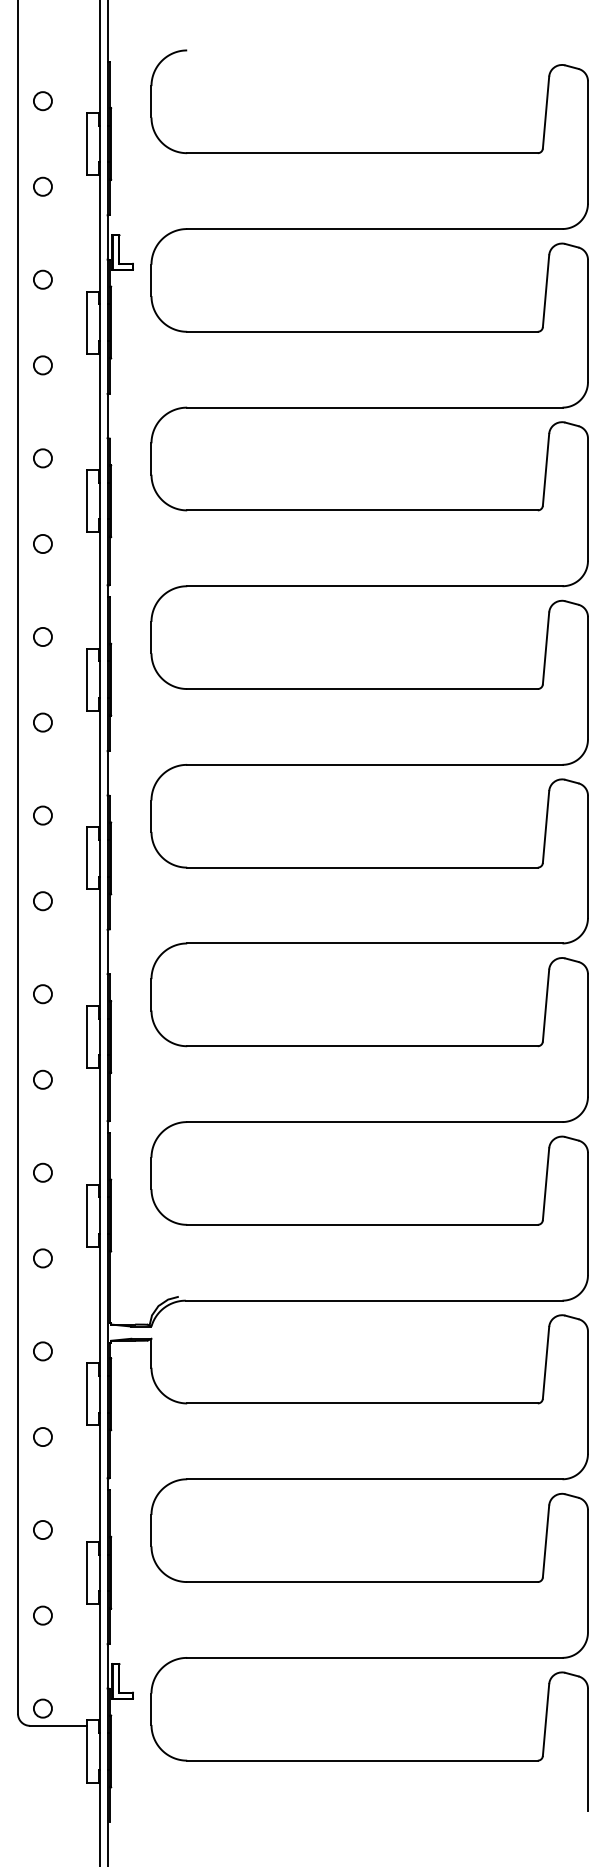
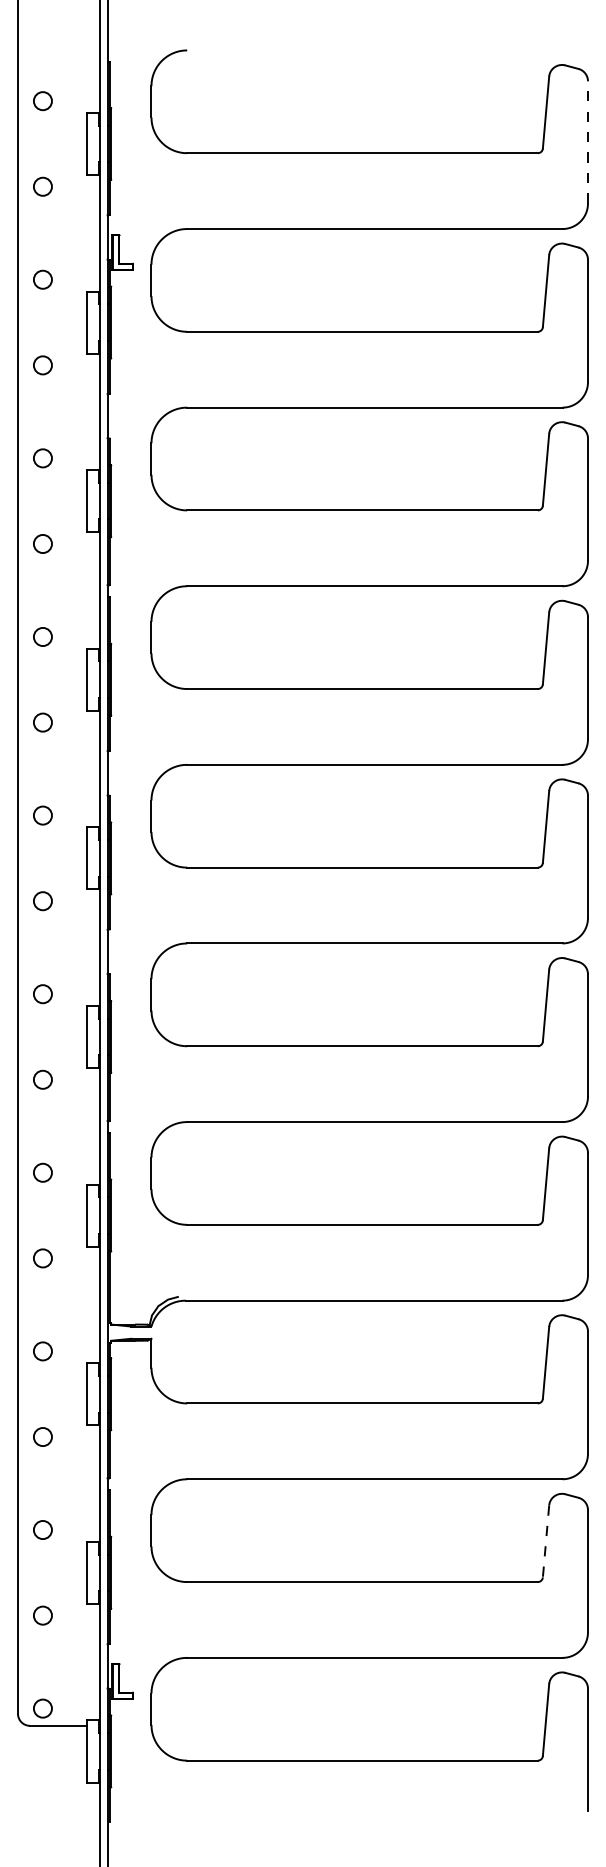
line at (587, 141): solid -> dashed
line at (545, 1541): solid -> dashed
